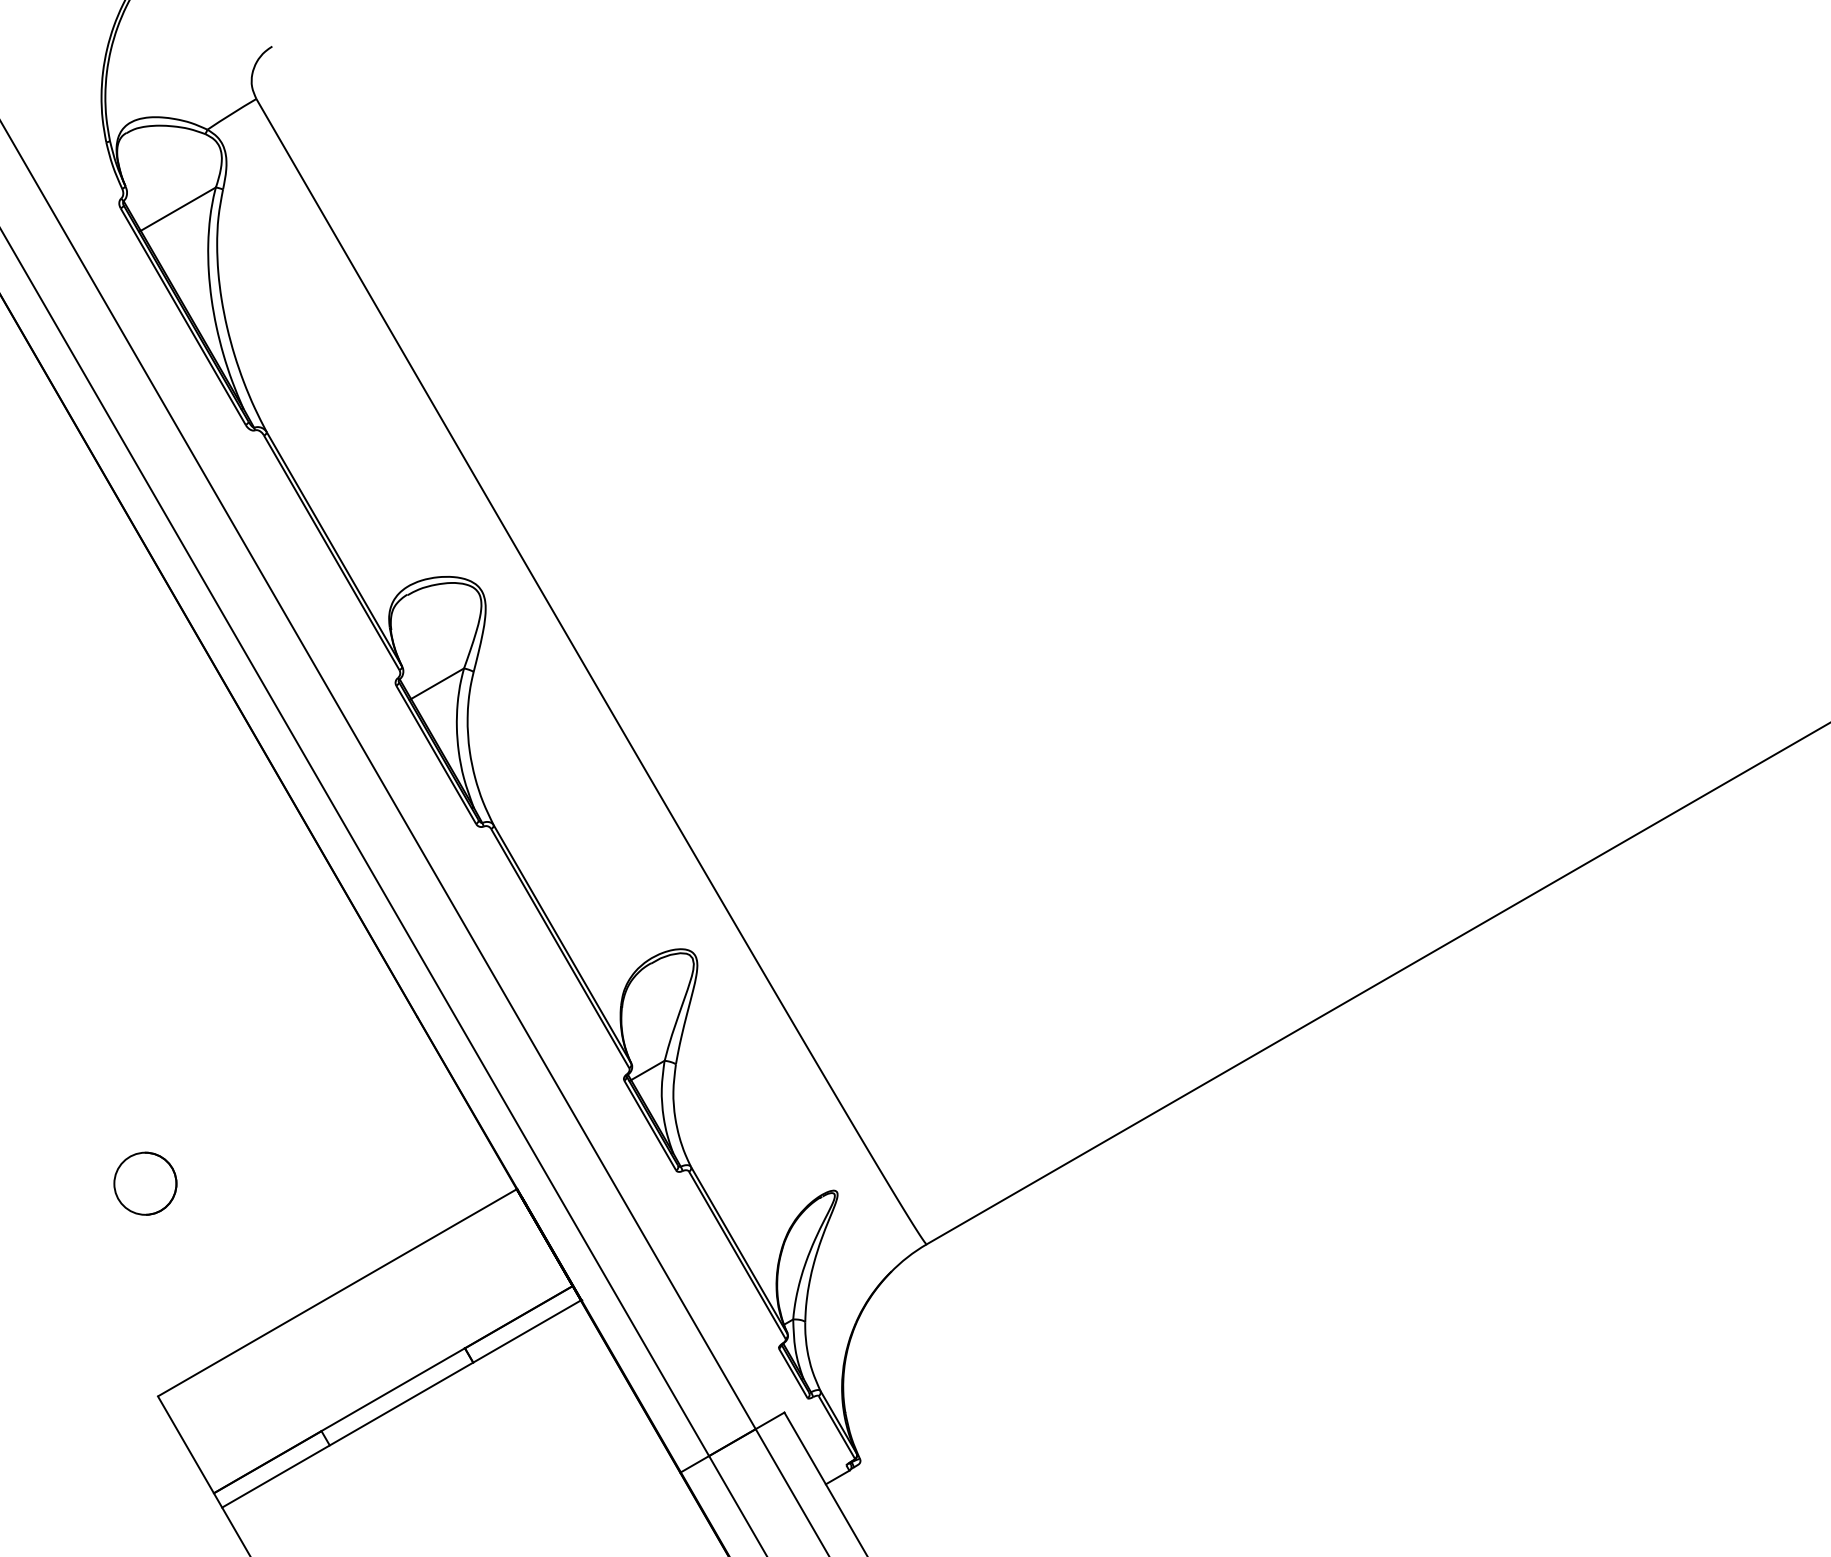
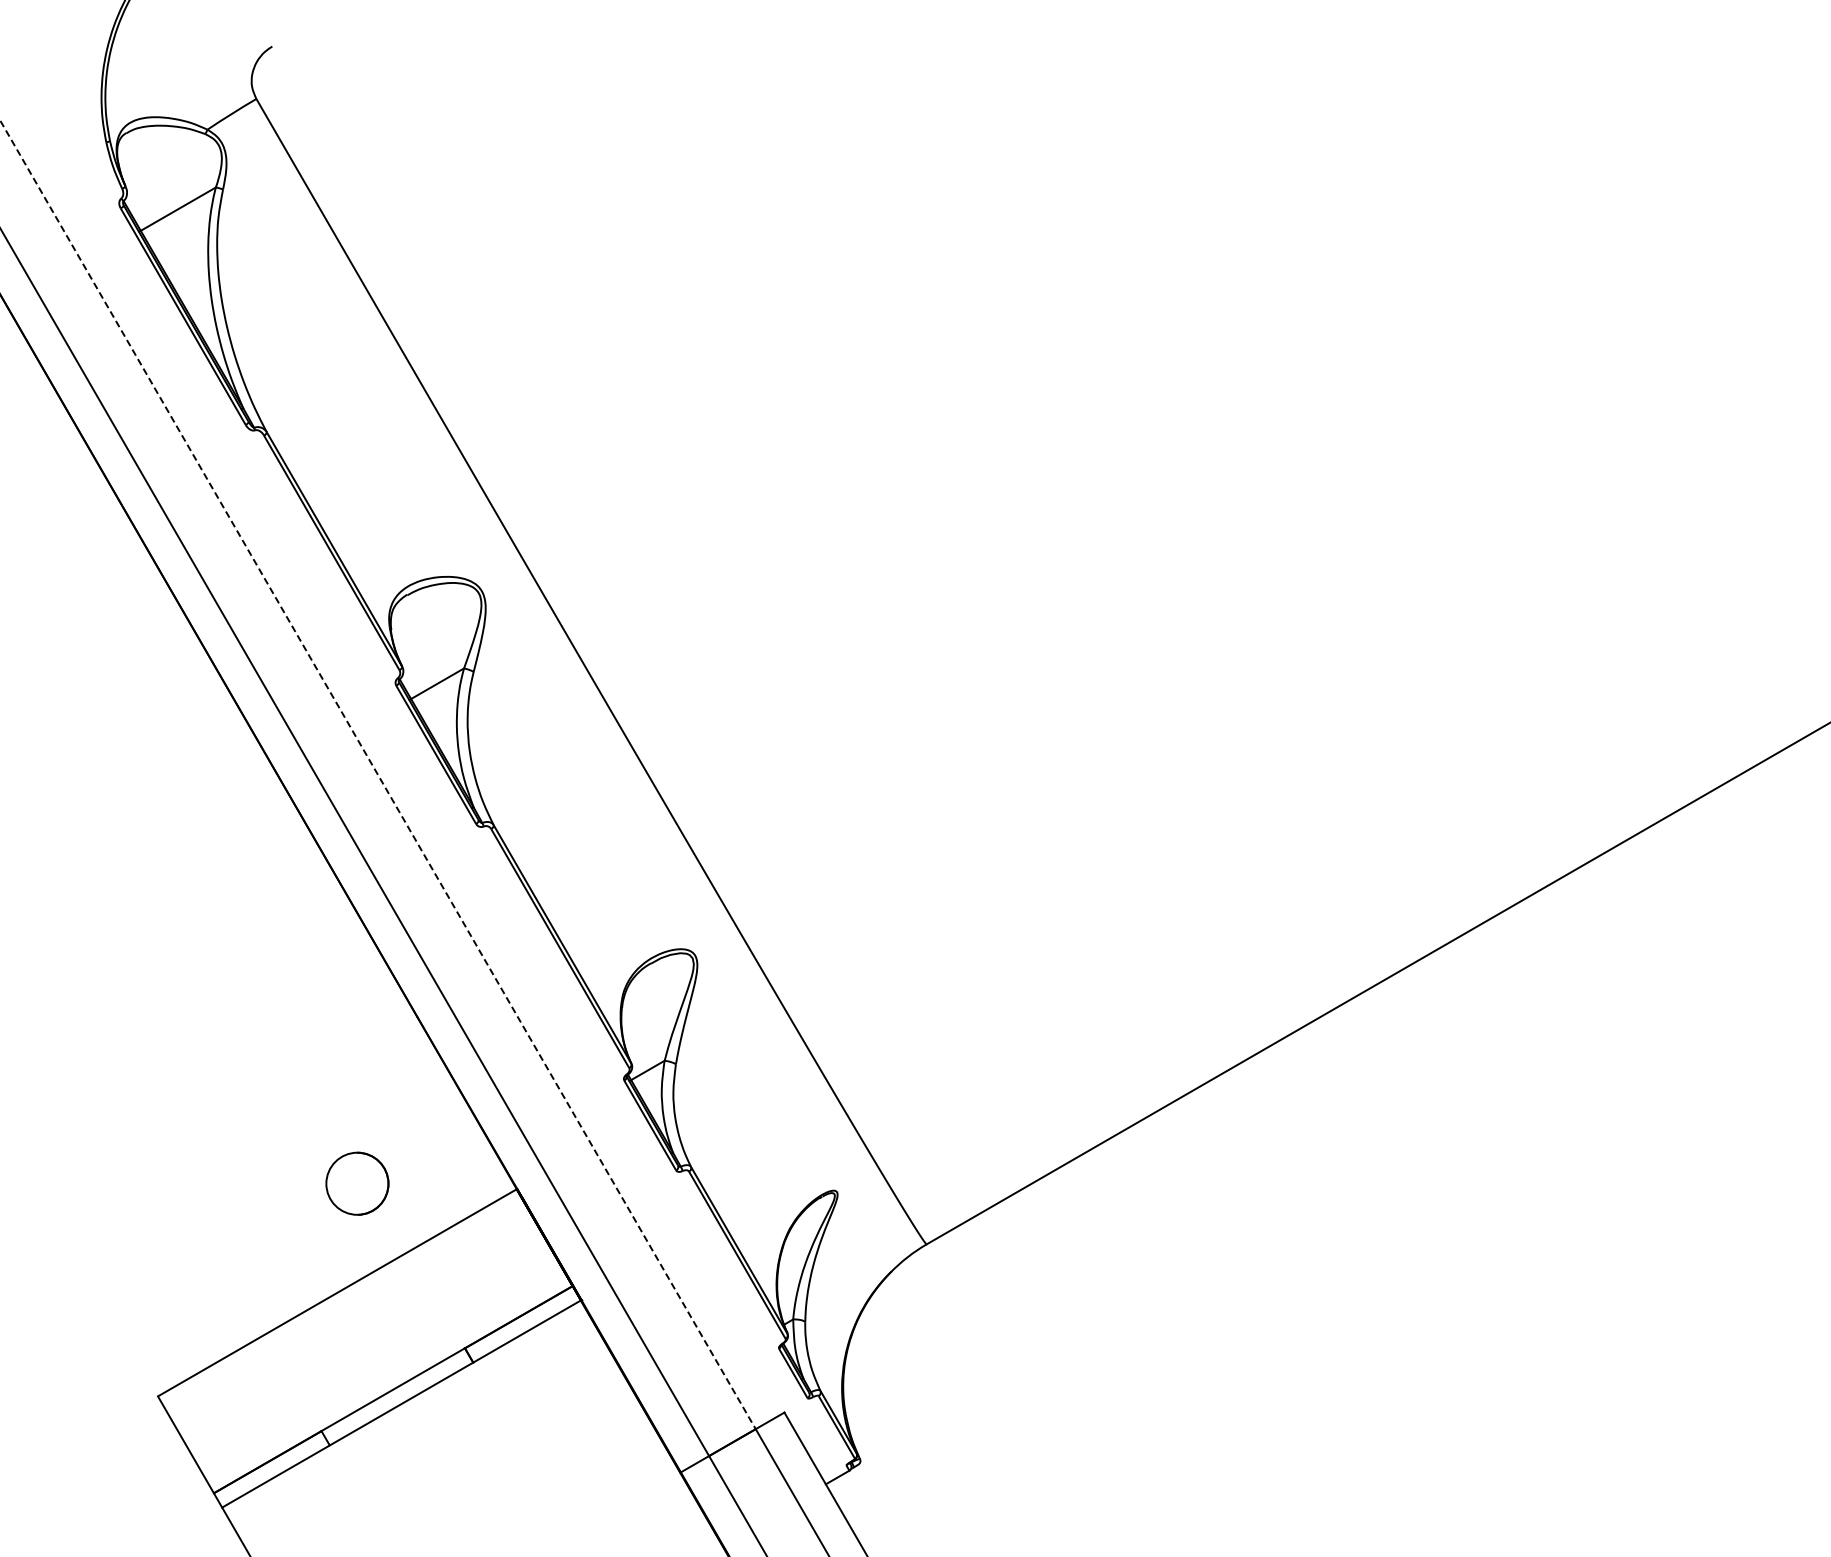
line at (378, 775): solid -> dashed
circle at (145, 1183) position: (145, 1183) -> (357, 1183)
